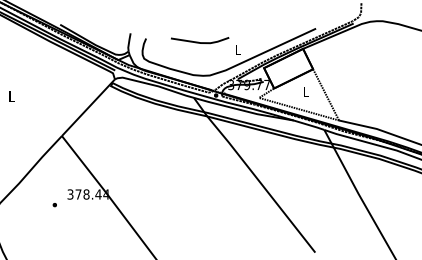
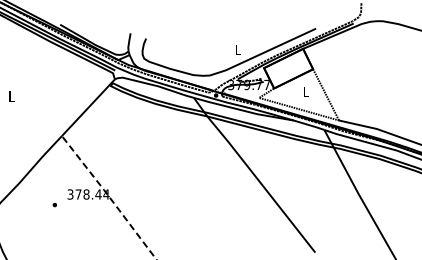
line at (200, 42): present -> none
line at (109, 196): solid -> dashed
